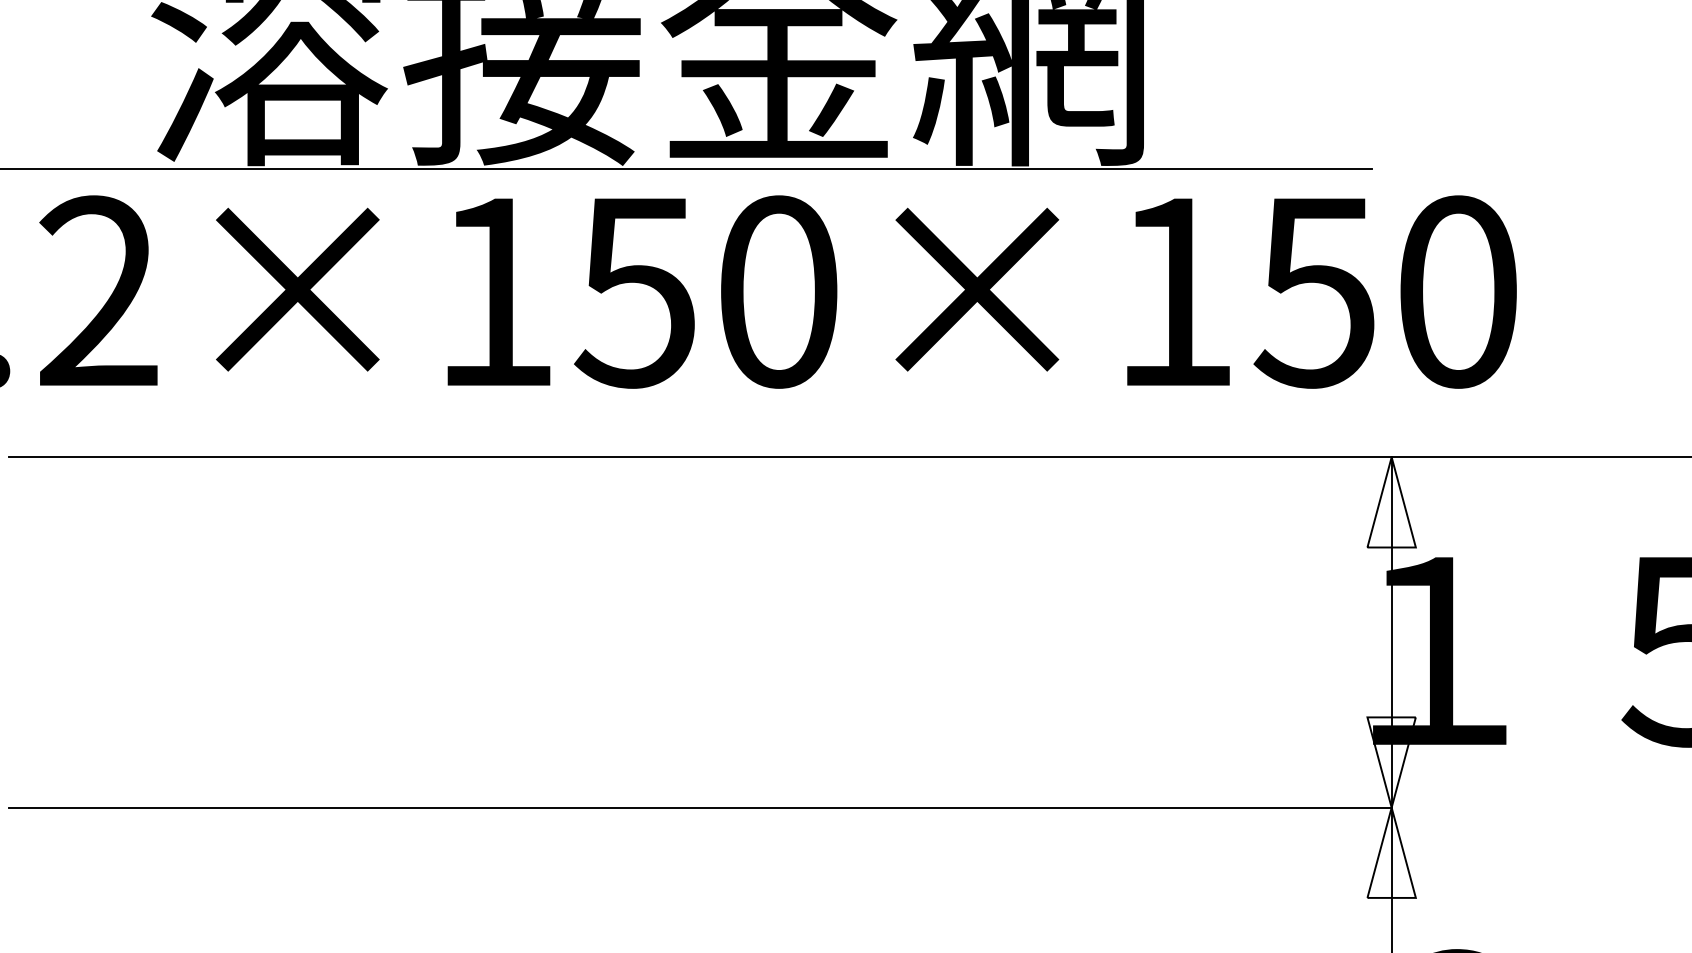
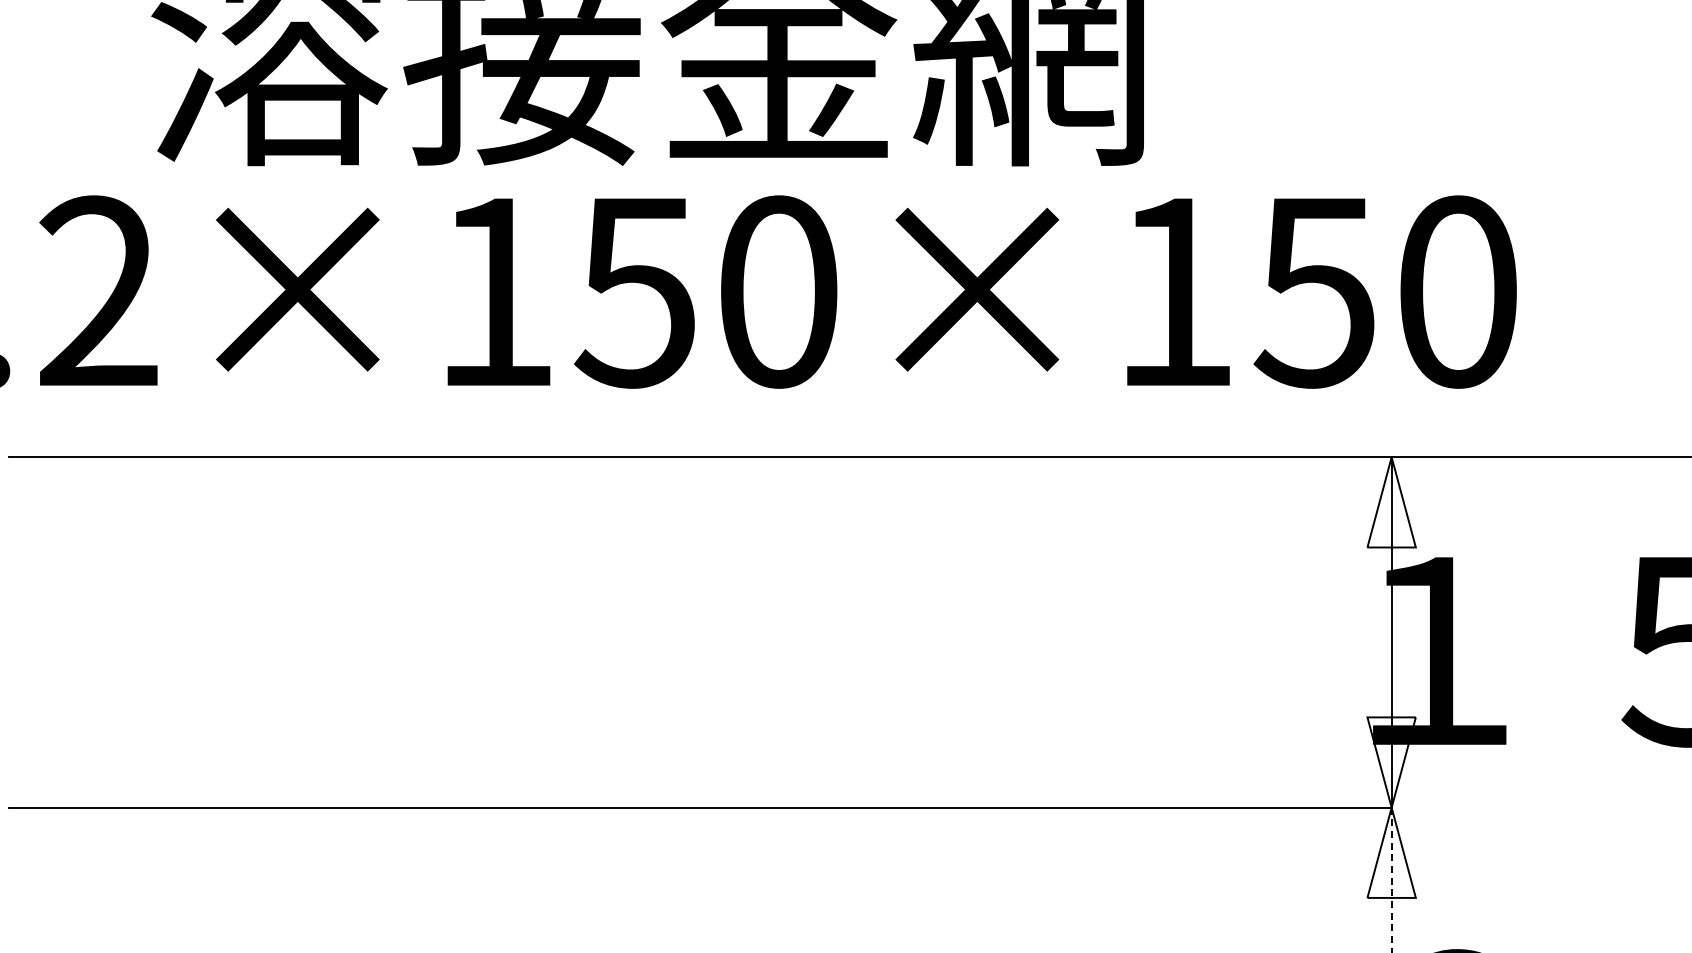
line at (687, 168): present -> none
line at (1391, 880): solid -> dashed
